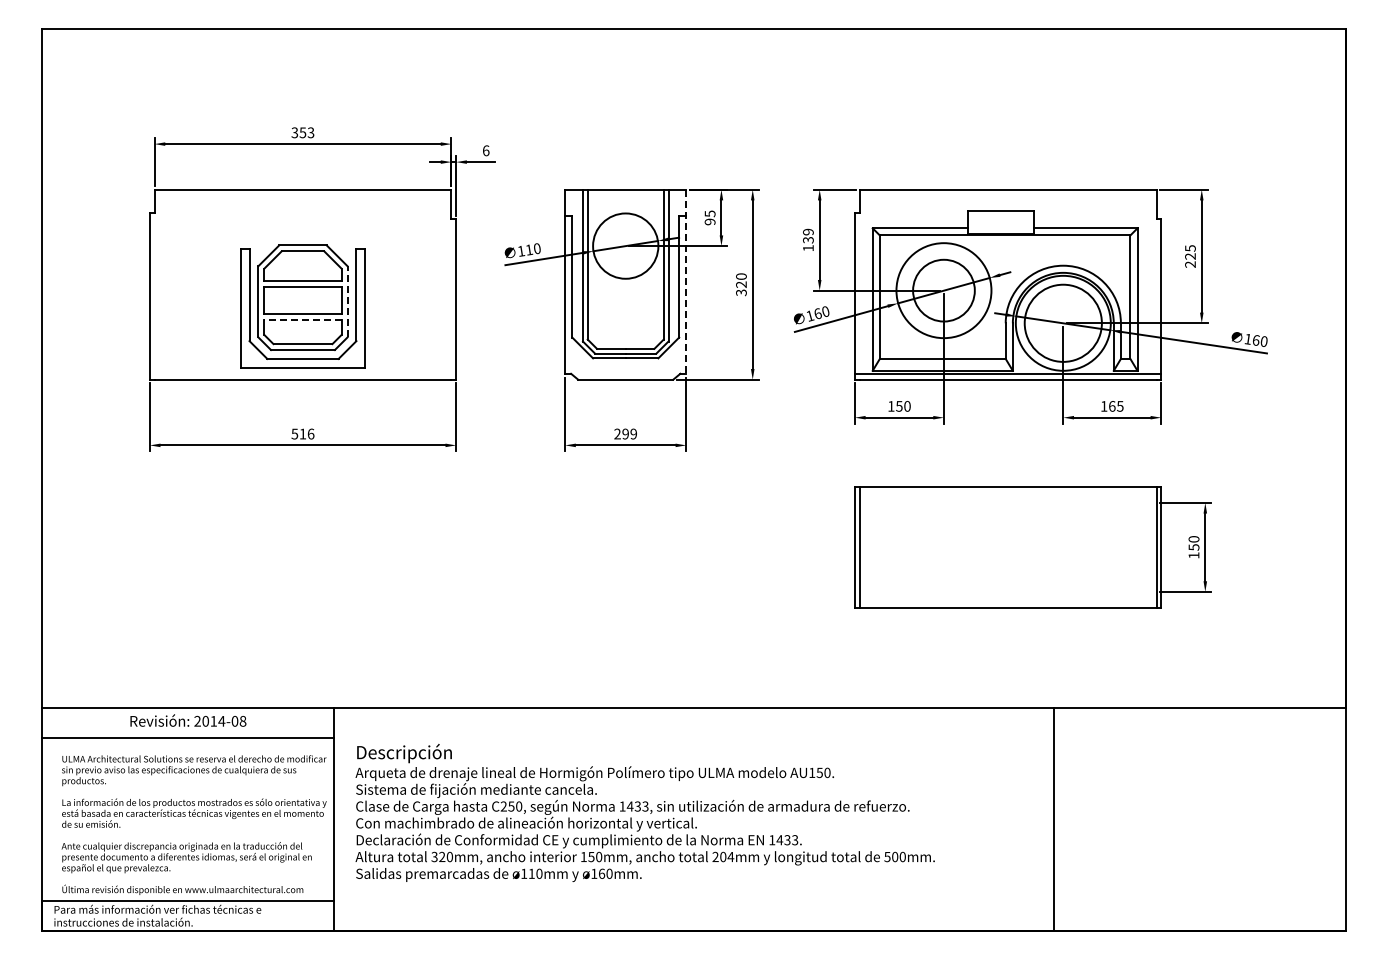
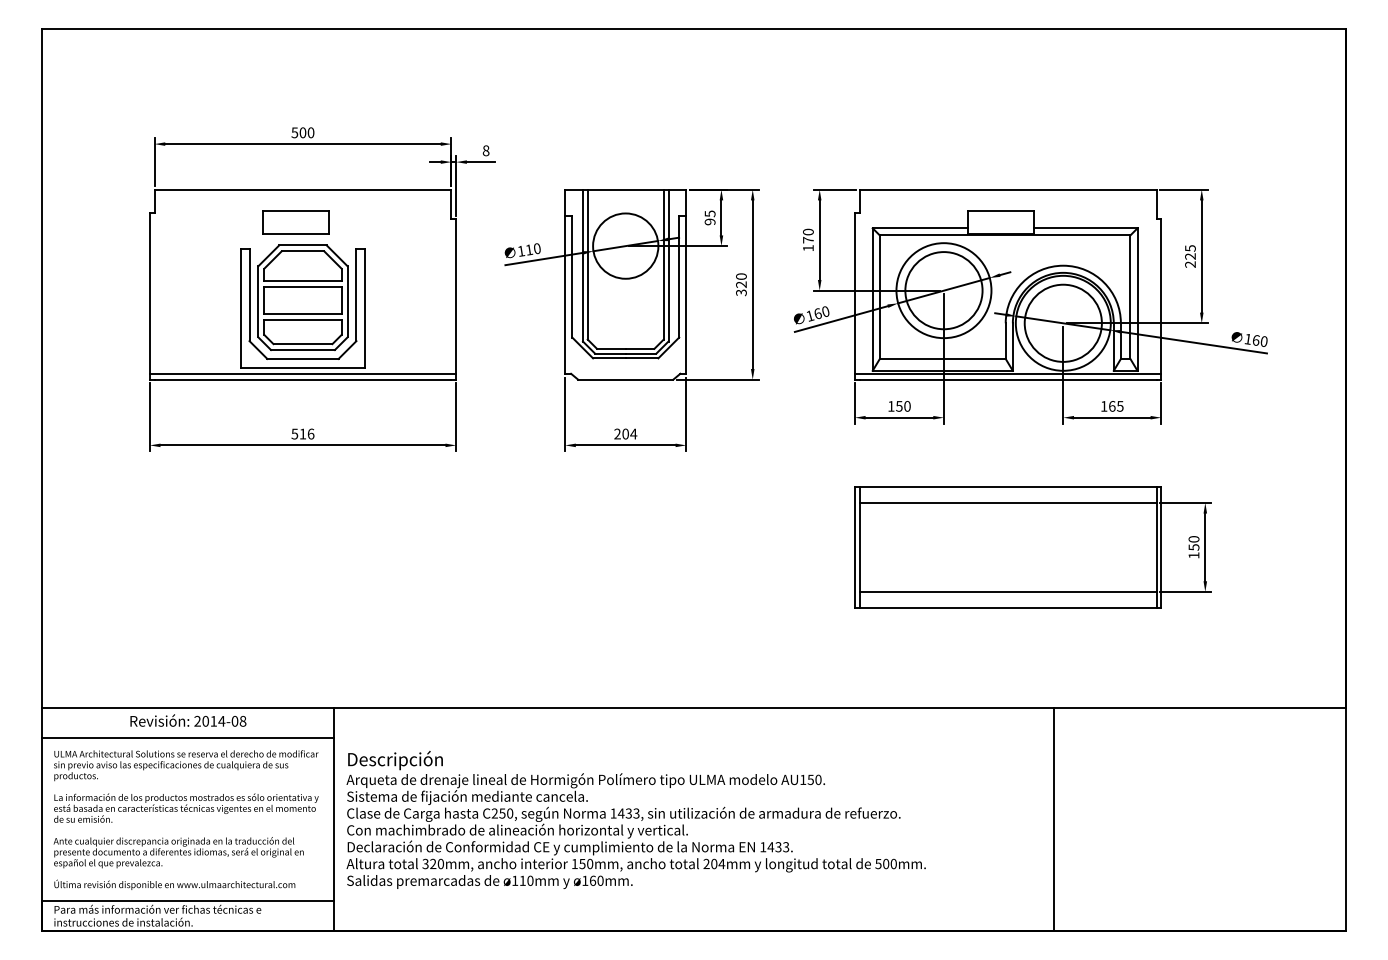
text at (303, 132): 353 -> 500
text at (485, 150): 6 -> 8
part at (295, 222): none -> present
text at (808, 235): 139 -> 170
line at (686, 282): dashed -> solid
circle at (943, 290) diameter: 62 px -> 77 px
line at (347, 301): dashed -> solid
line at (302, 320): dashed -> solid
line at (302, 373): none -> present
text at (629, 433): 299 -> 204
line at (1007, 502): none -> present
line at (1007, 591): none -> present
text at (644, 812) position: (644, 812) -> (635, 819)
text at (193, 824) position: (193, 824) -> (185, 819)
